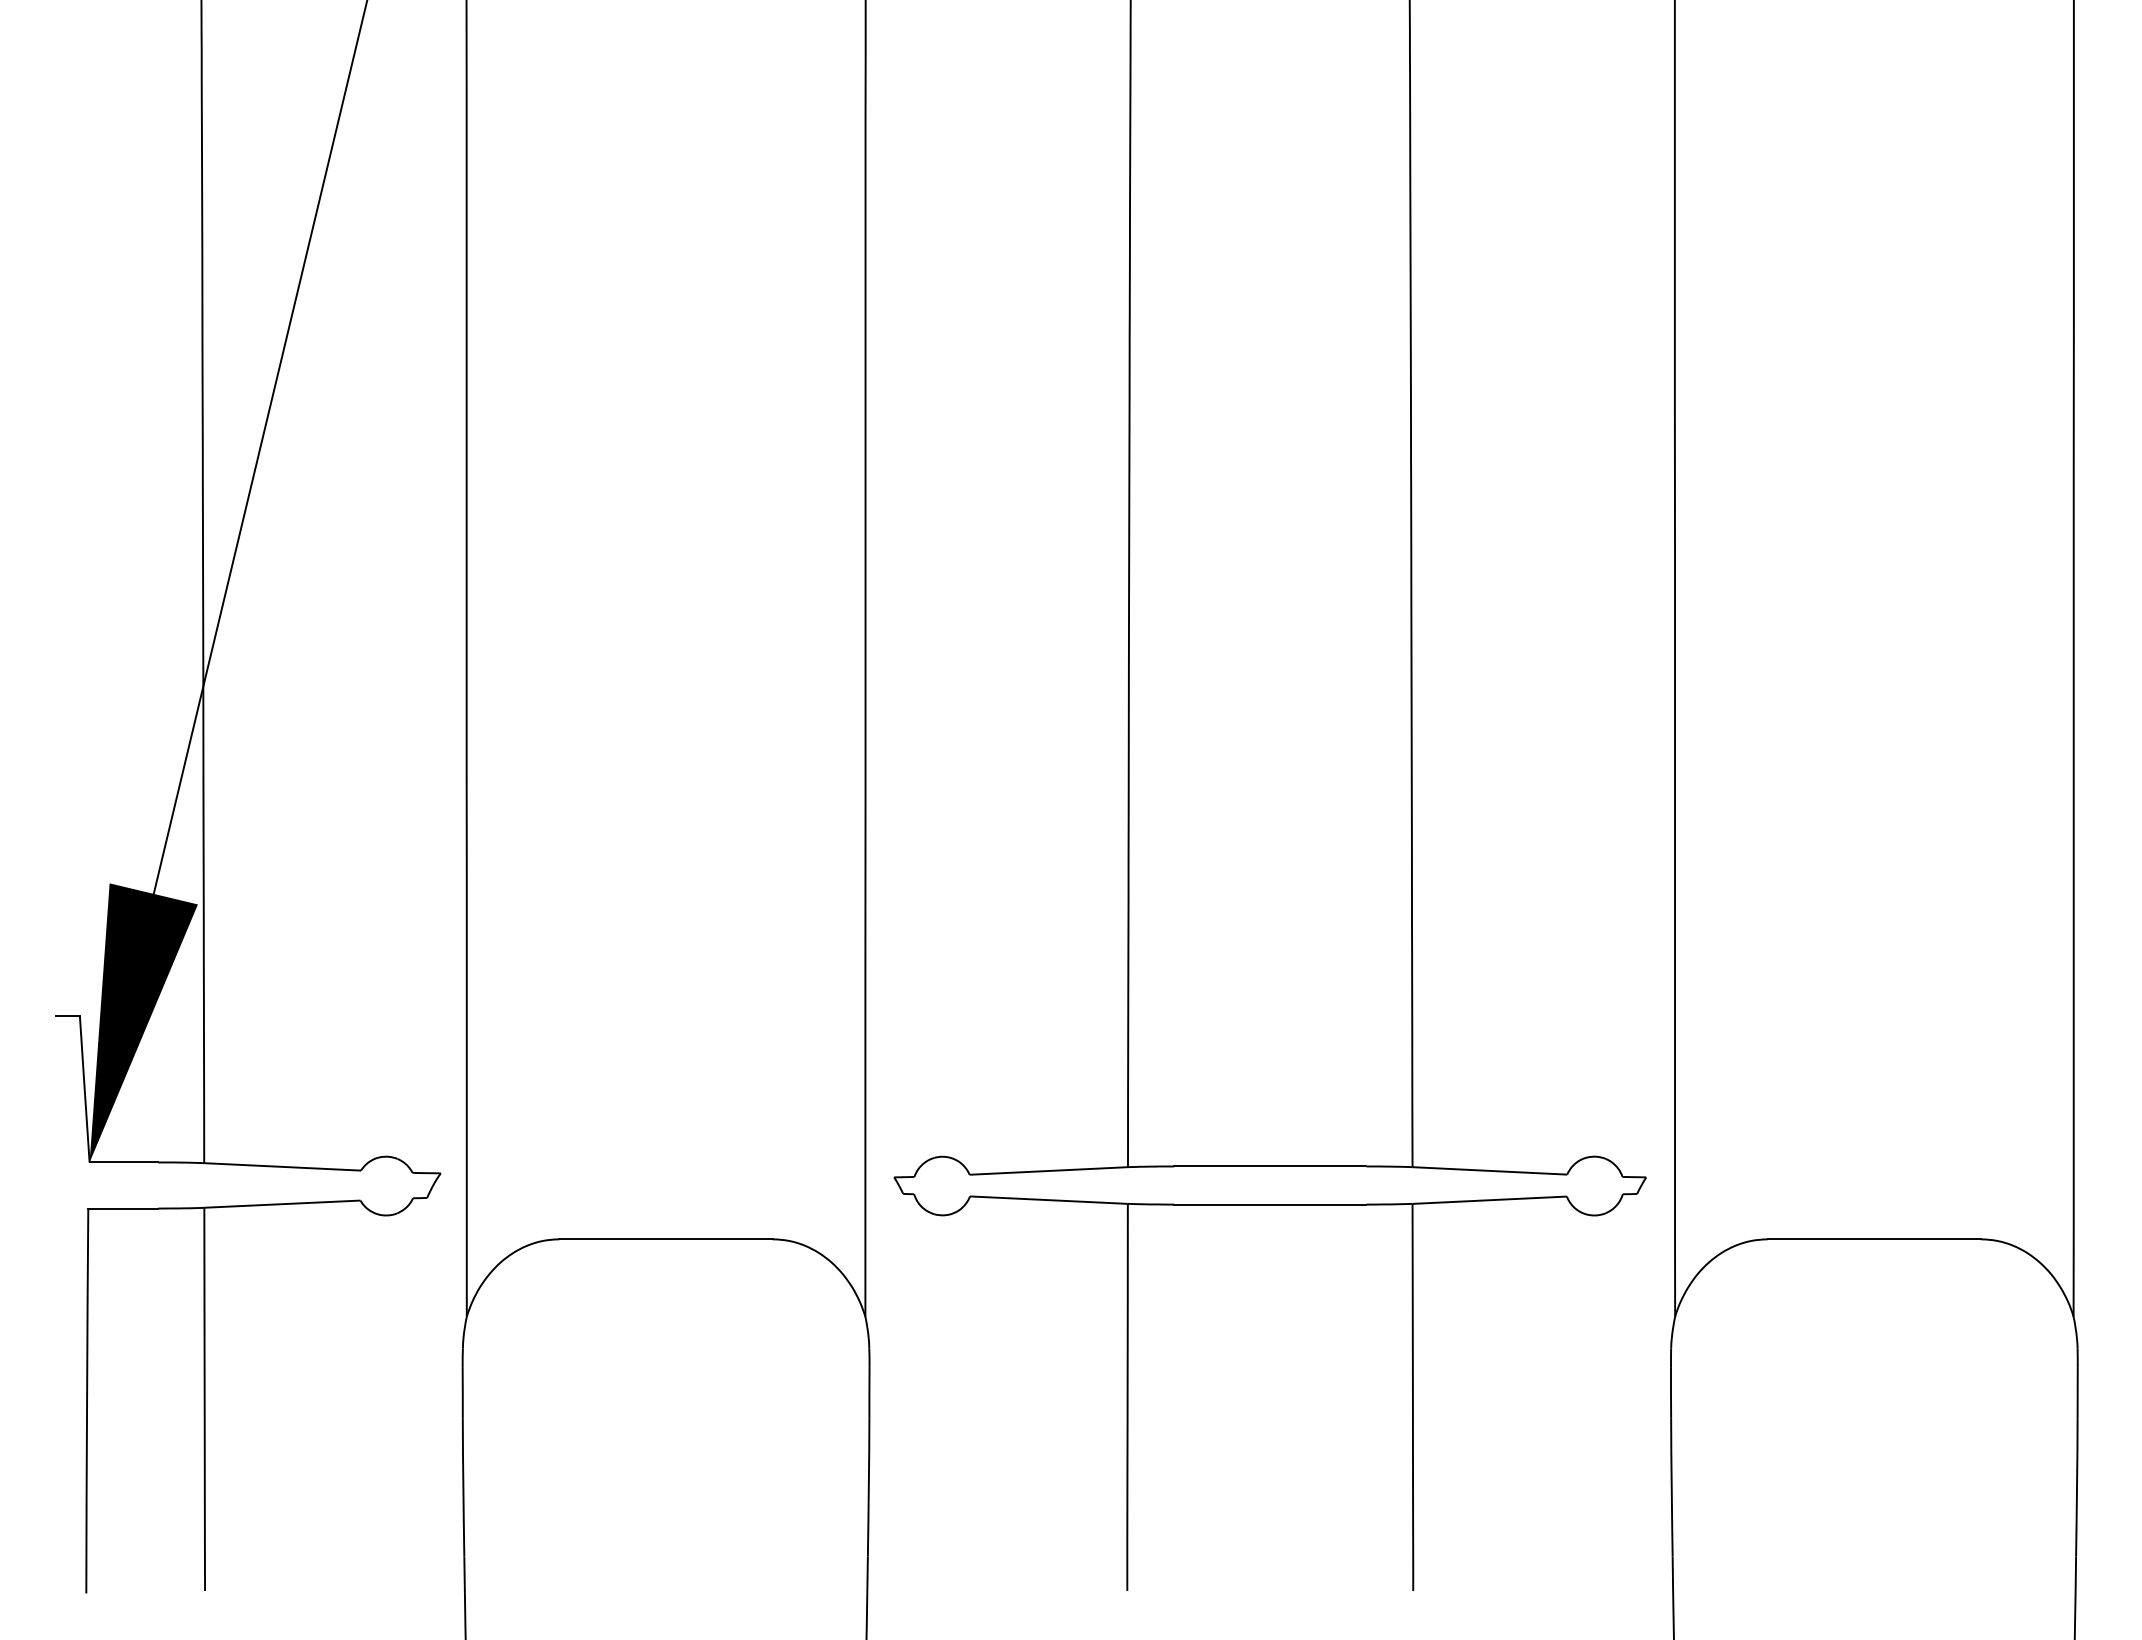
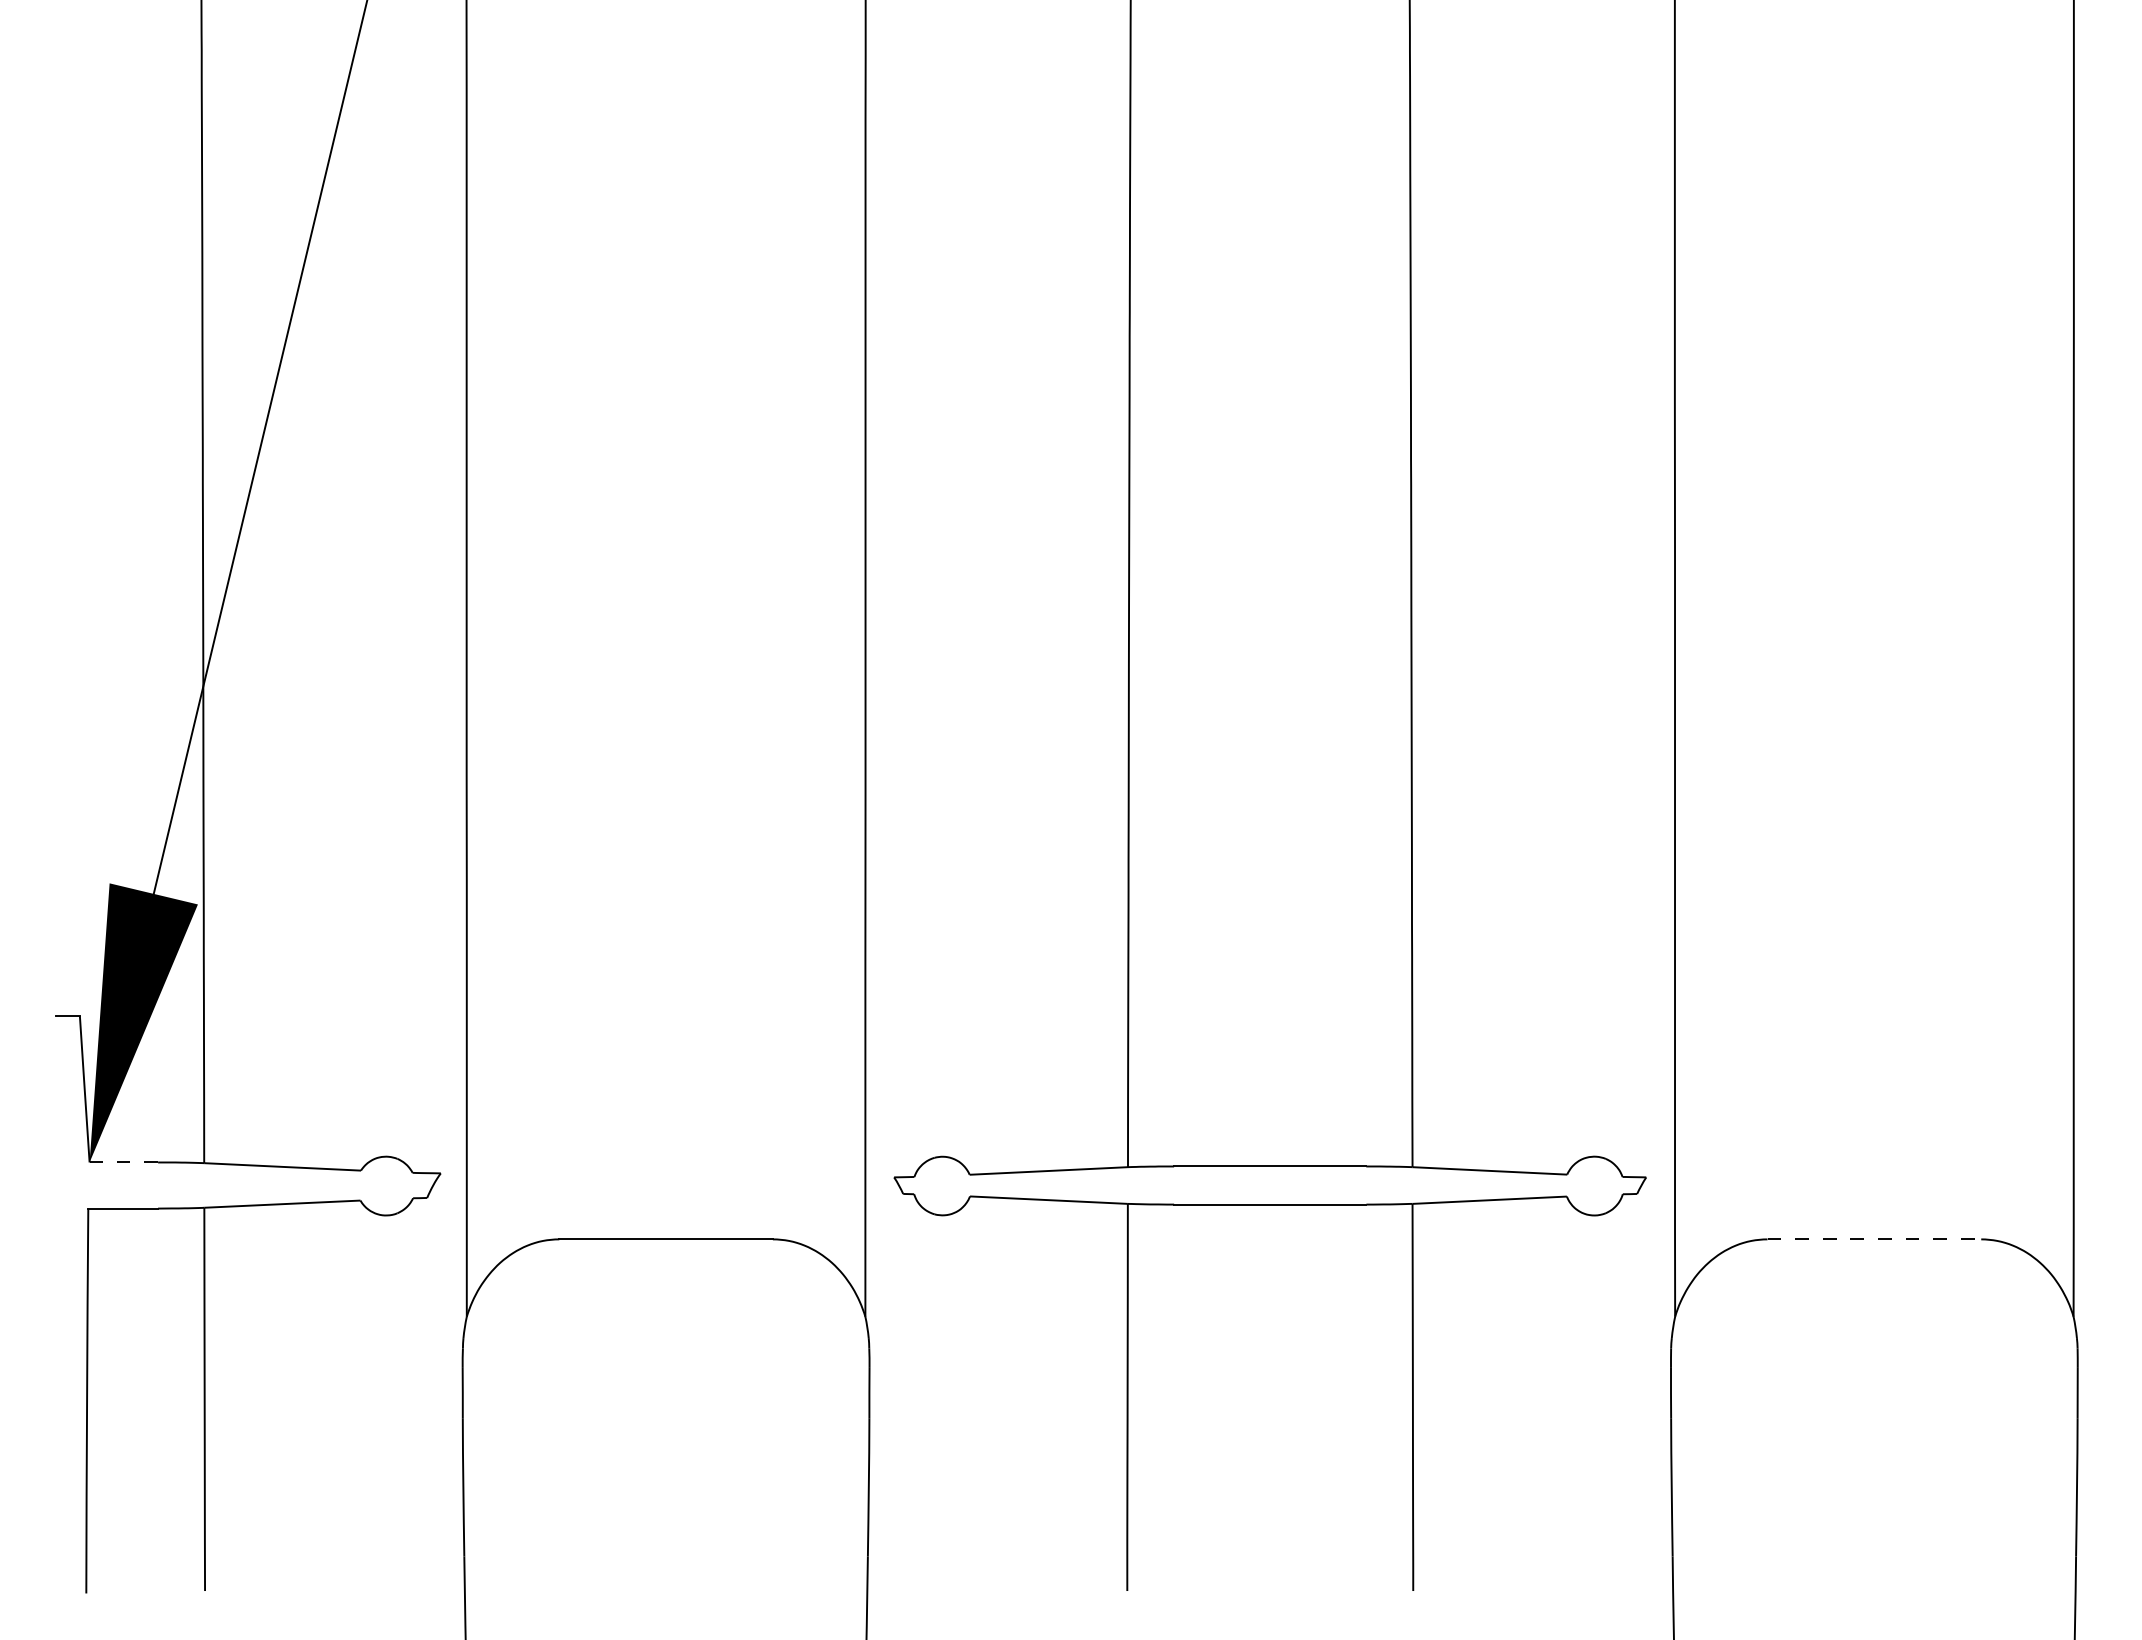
line at (123, 1162): solid -> dashed
line at (1874, 1239): solid -> dashed
